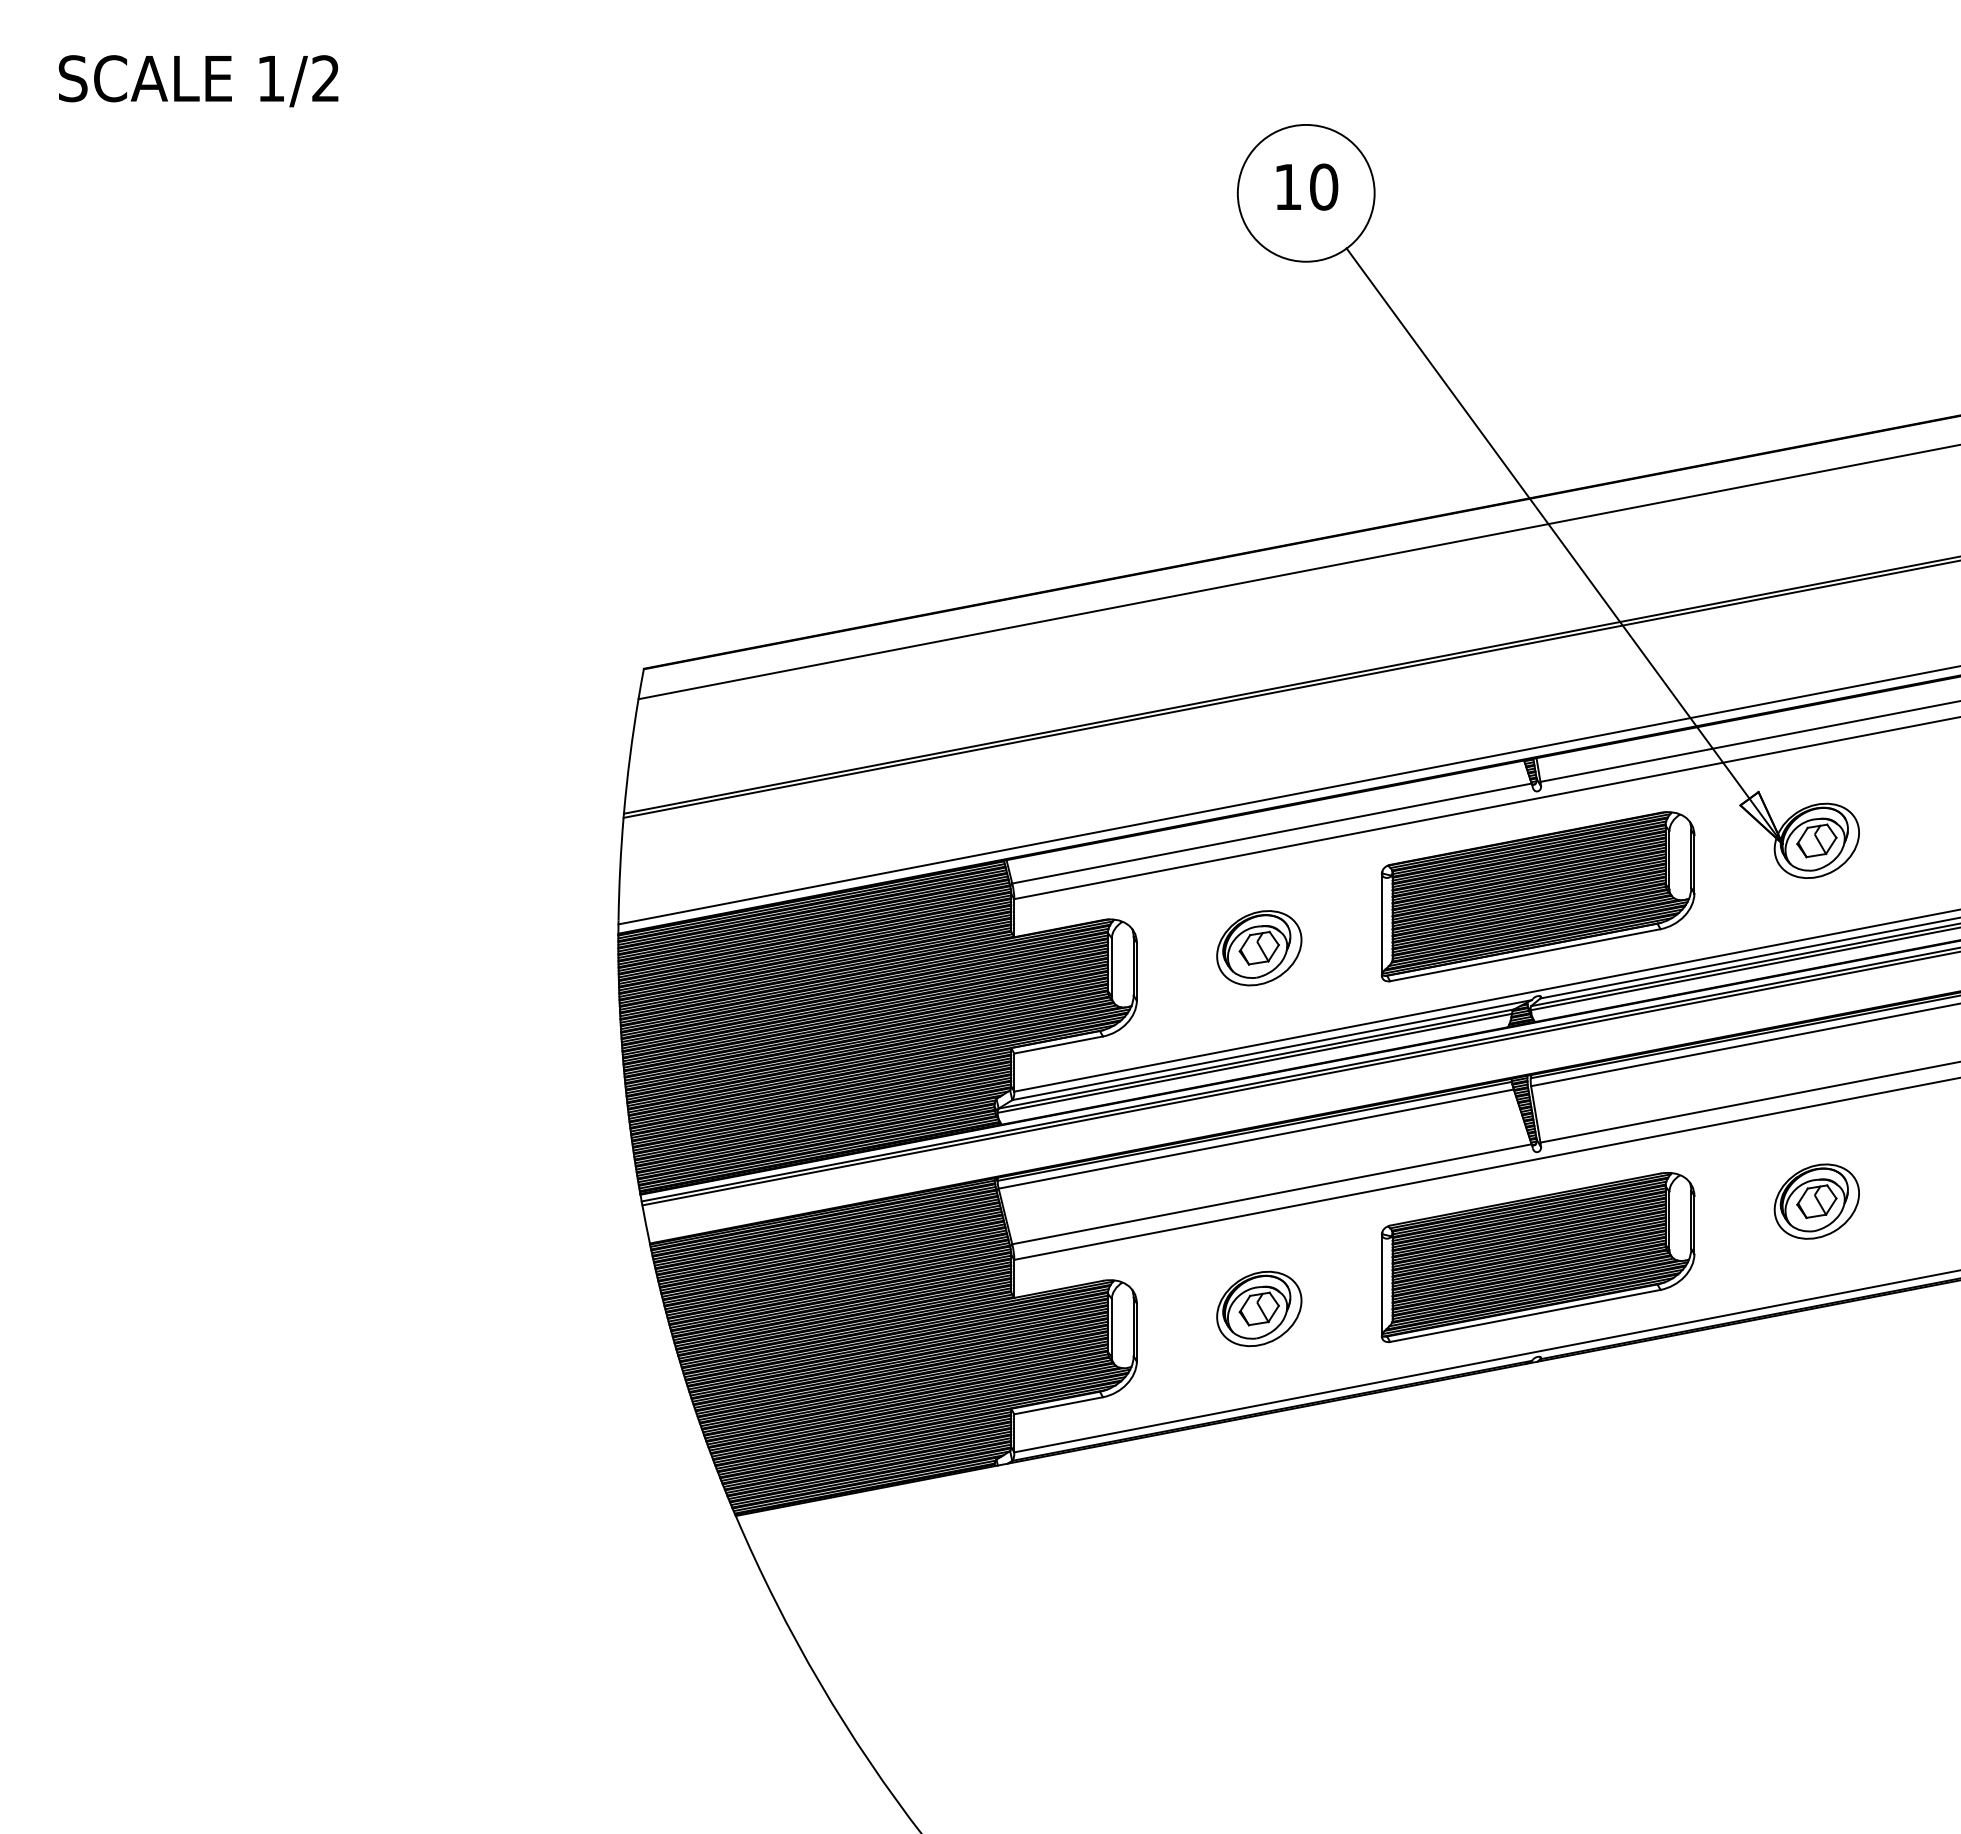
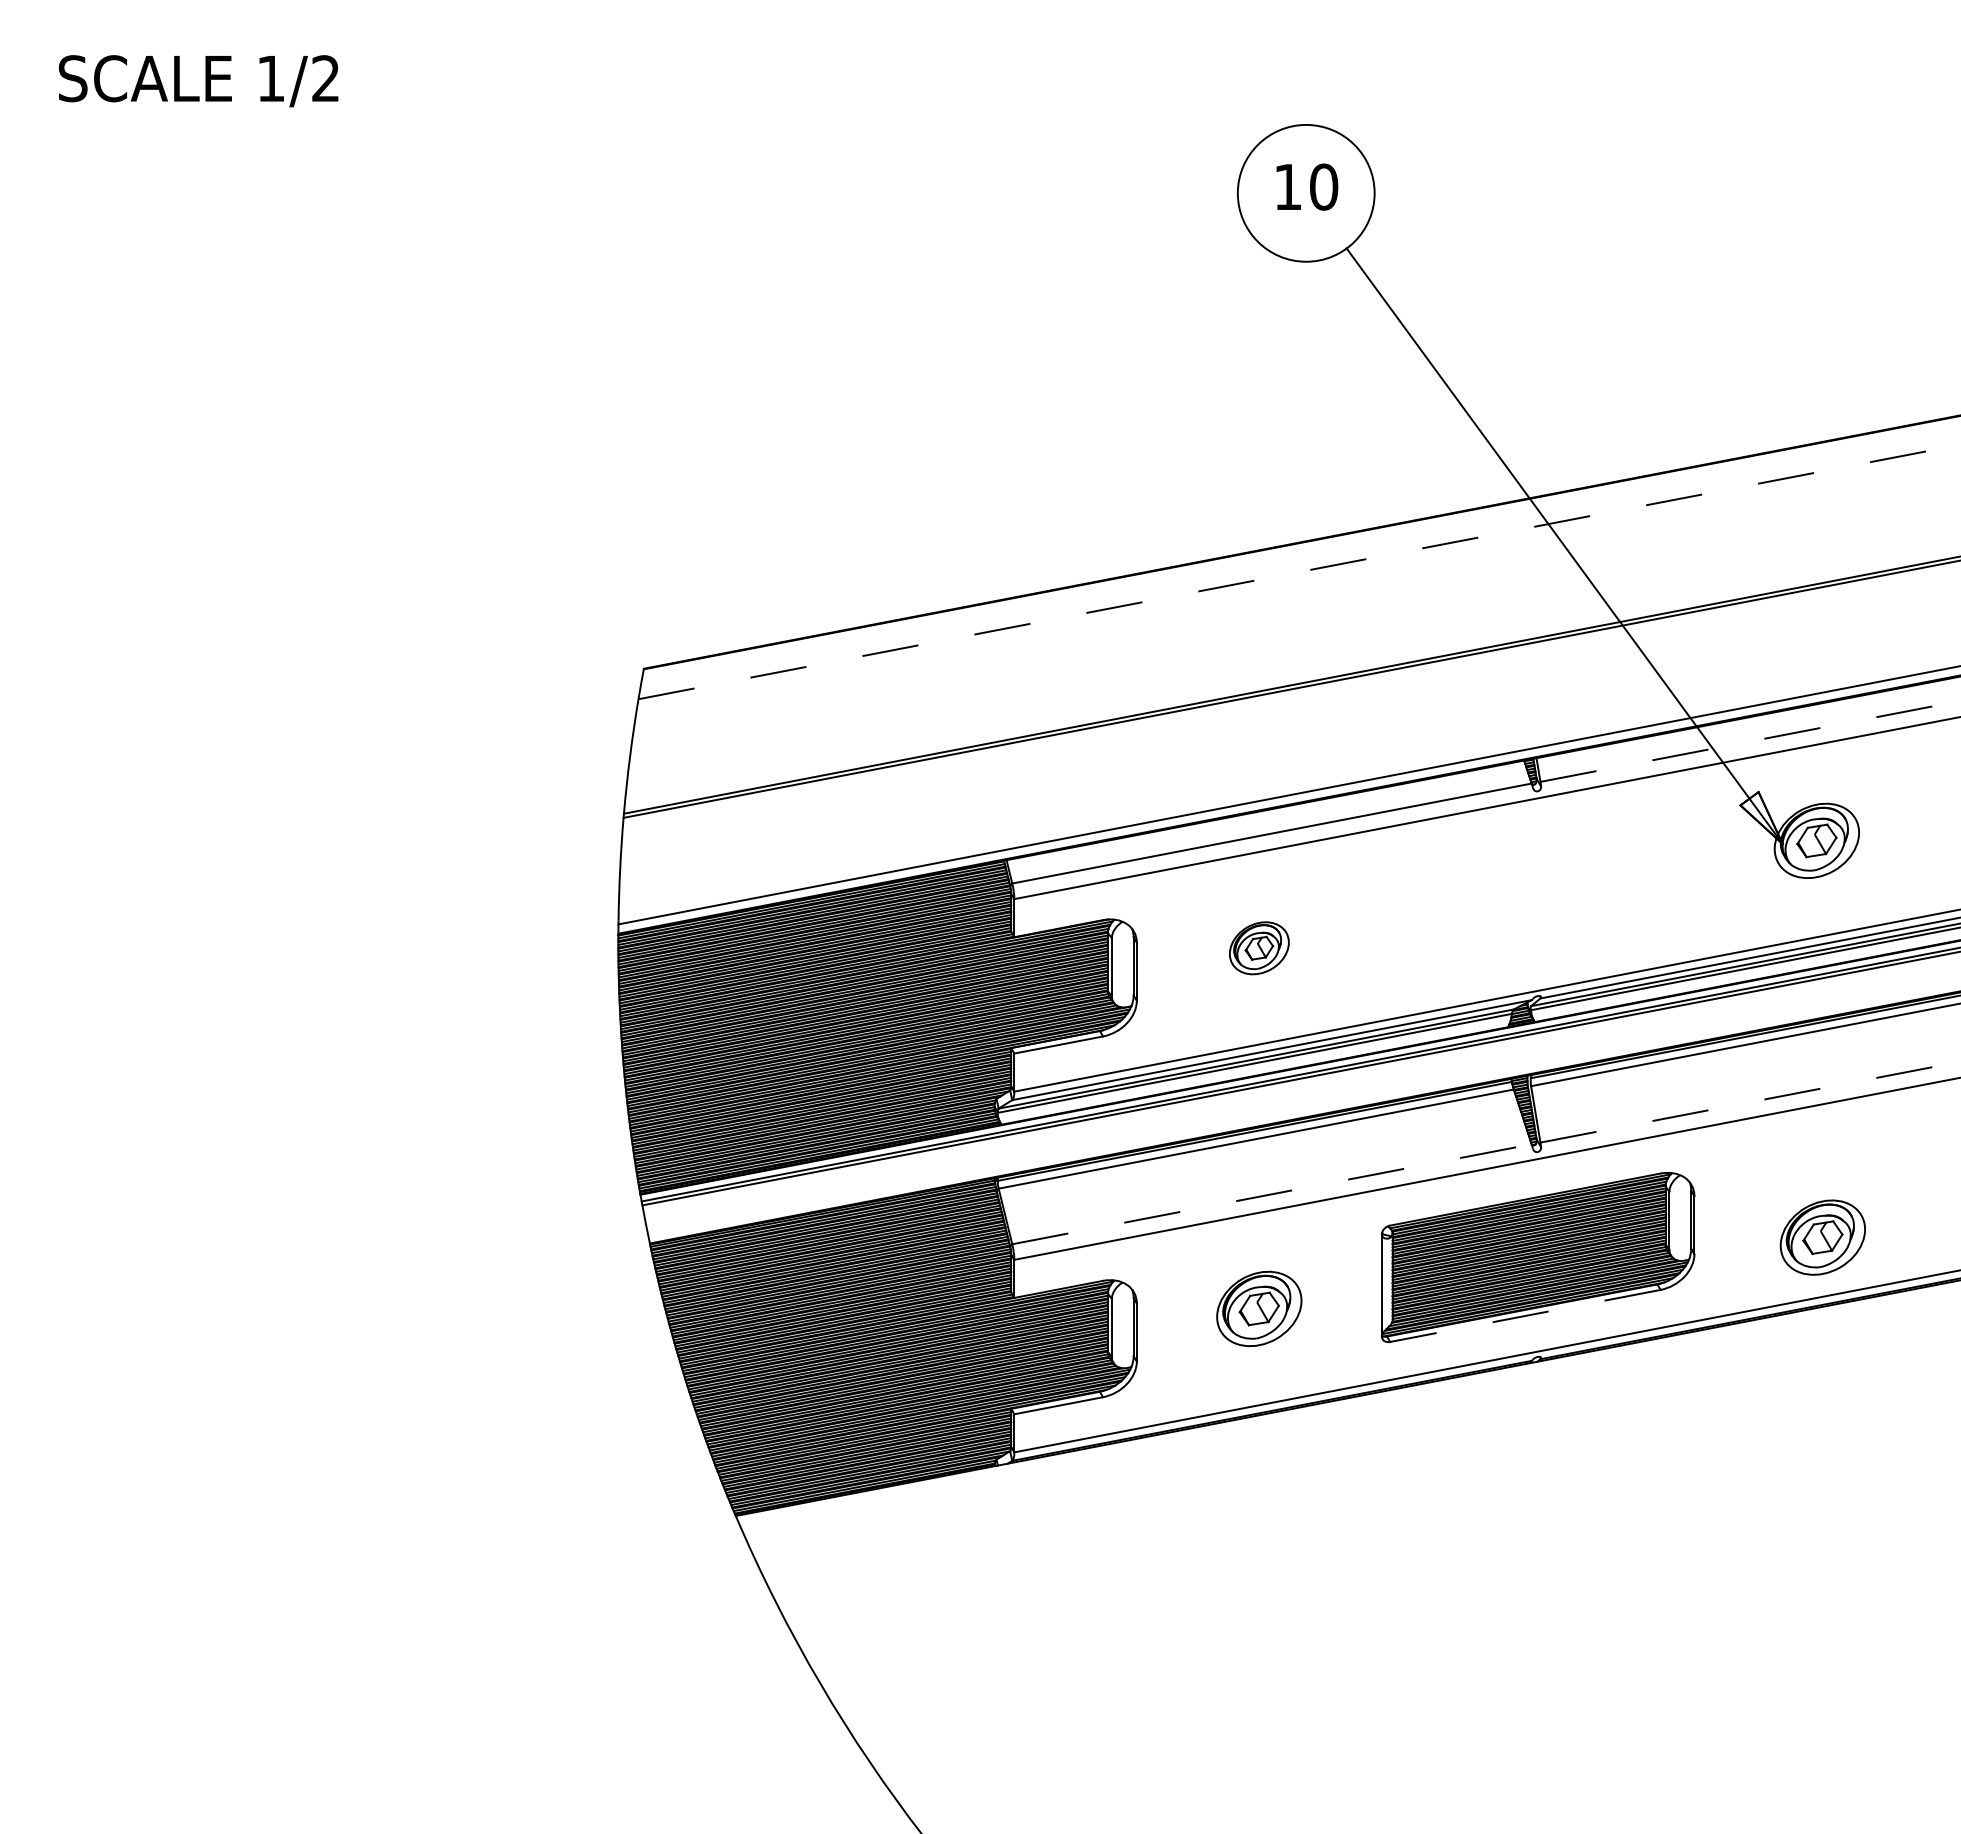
line at (1300, 571): solid -> dashed
line at (1750, 741): solid -> dashed
part at (1538, 896): present -> none
part at (1259, 948) size: 87x77 px -> 61x55 px
line at (1750, 1102): solid -> dashed
line at (1272, 1194): solid -> dashed
part at (1816, 1201) position: (1816, 1201) -> (1822, 1237)
line at (1525, 1315): solid -> dashed
